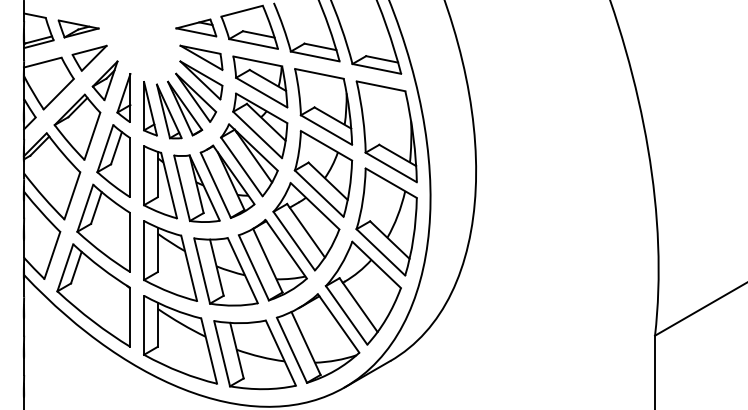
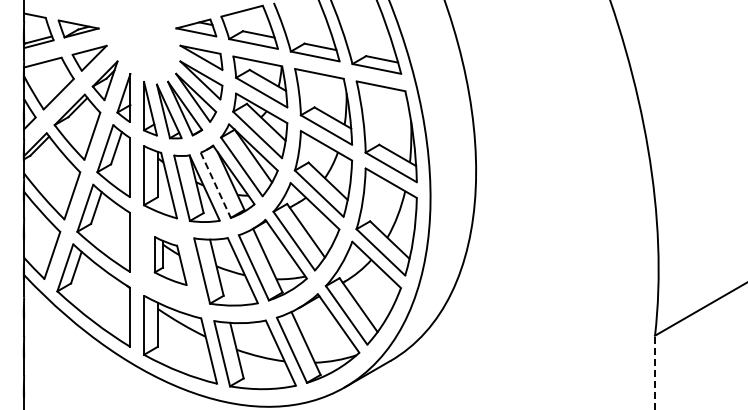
line at (215, 185): solid -> dashed
part at (170, 260) size: 56x82 px -> 35x50 px
line at (655, 372): solid -> dashed
